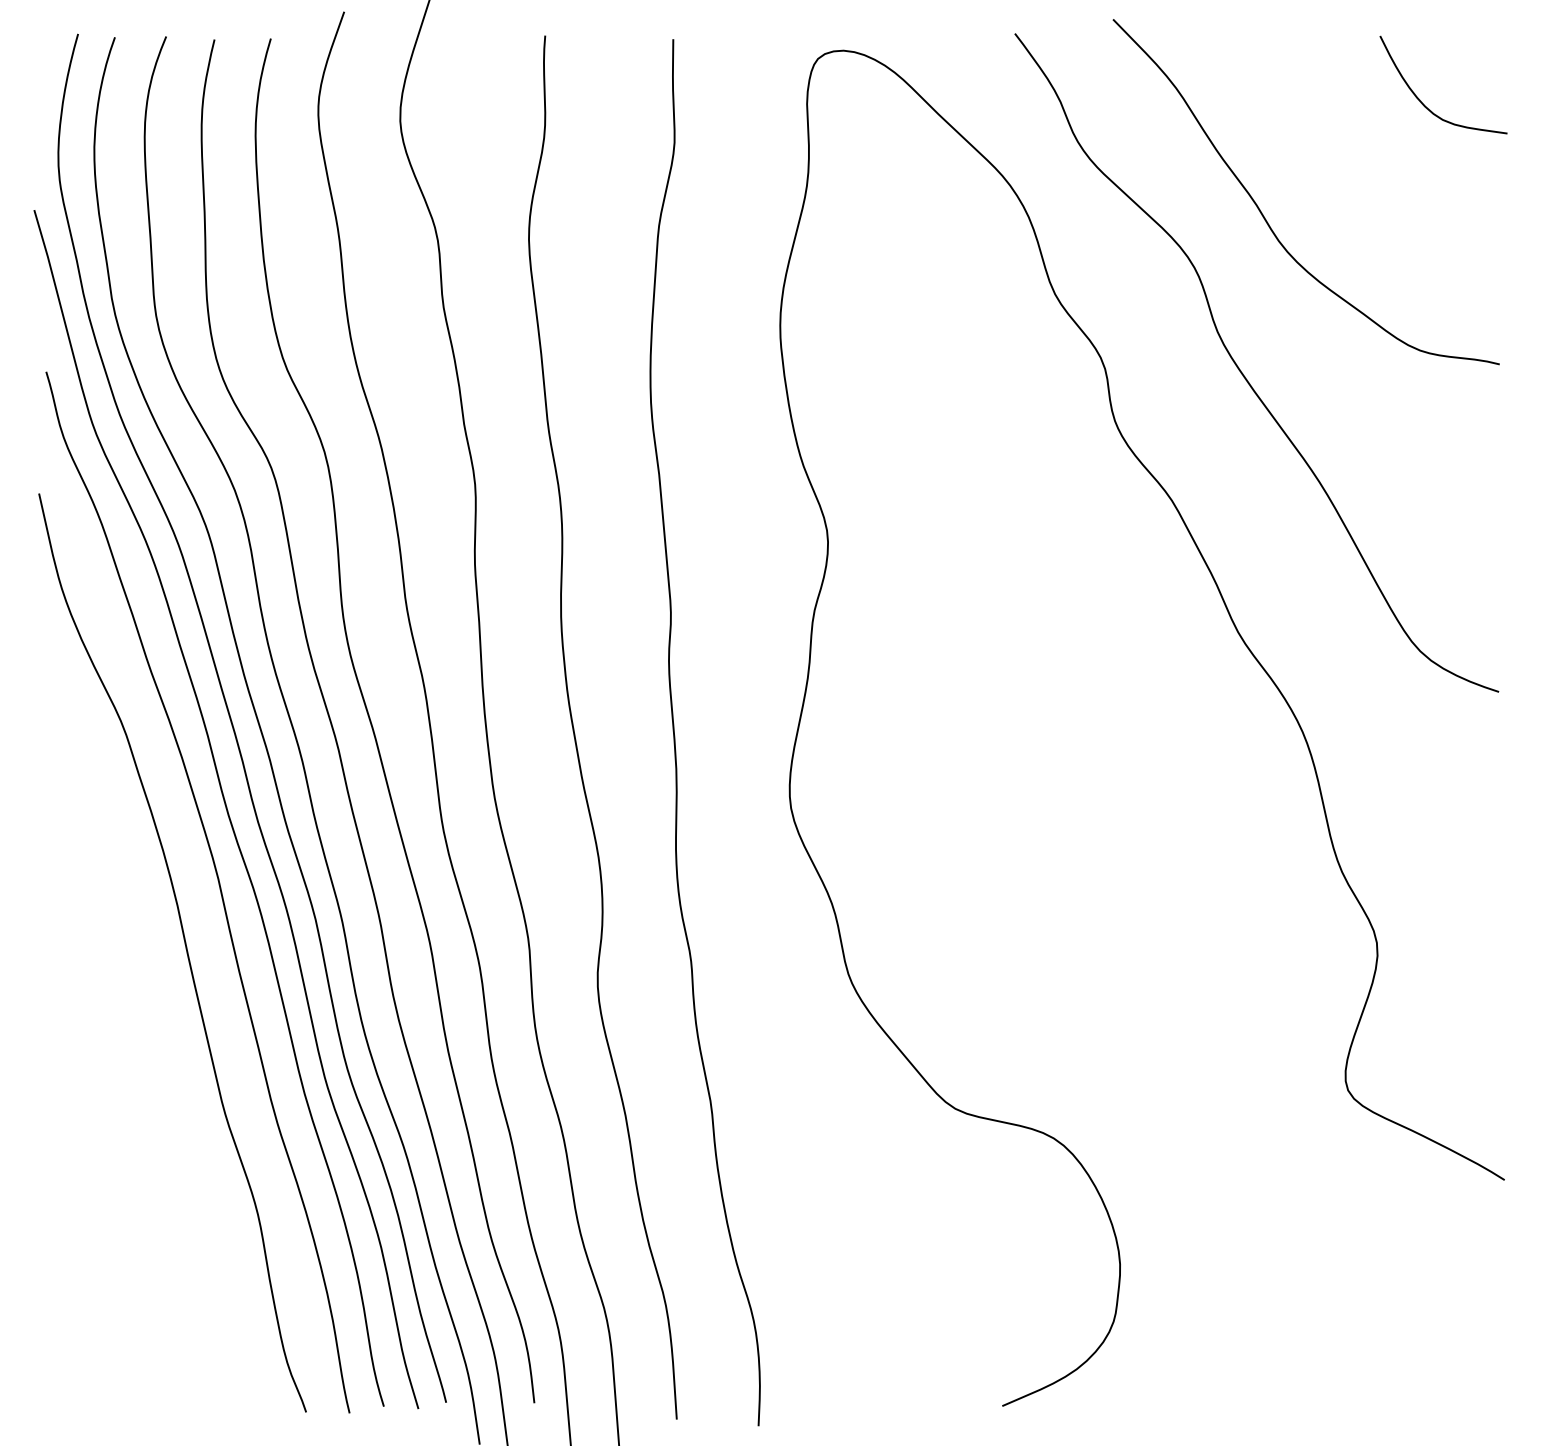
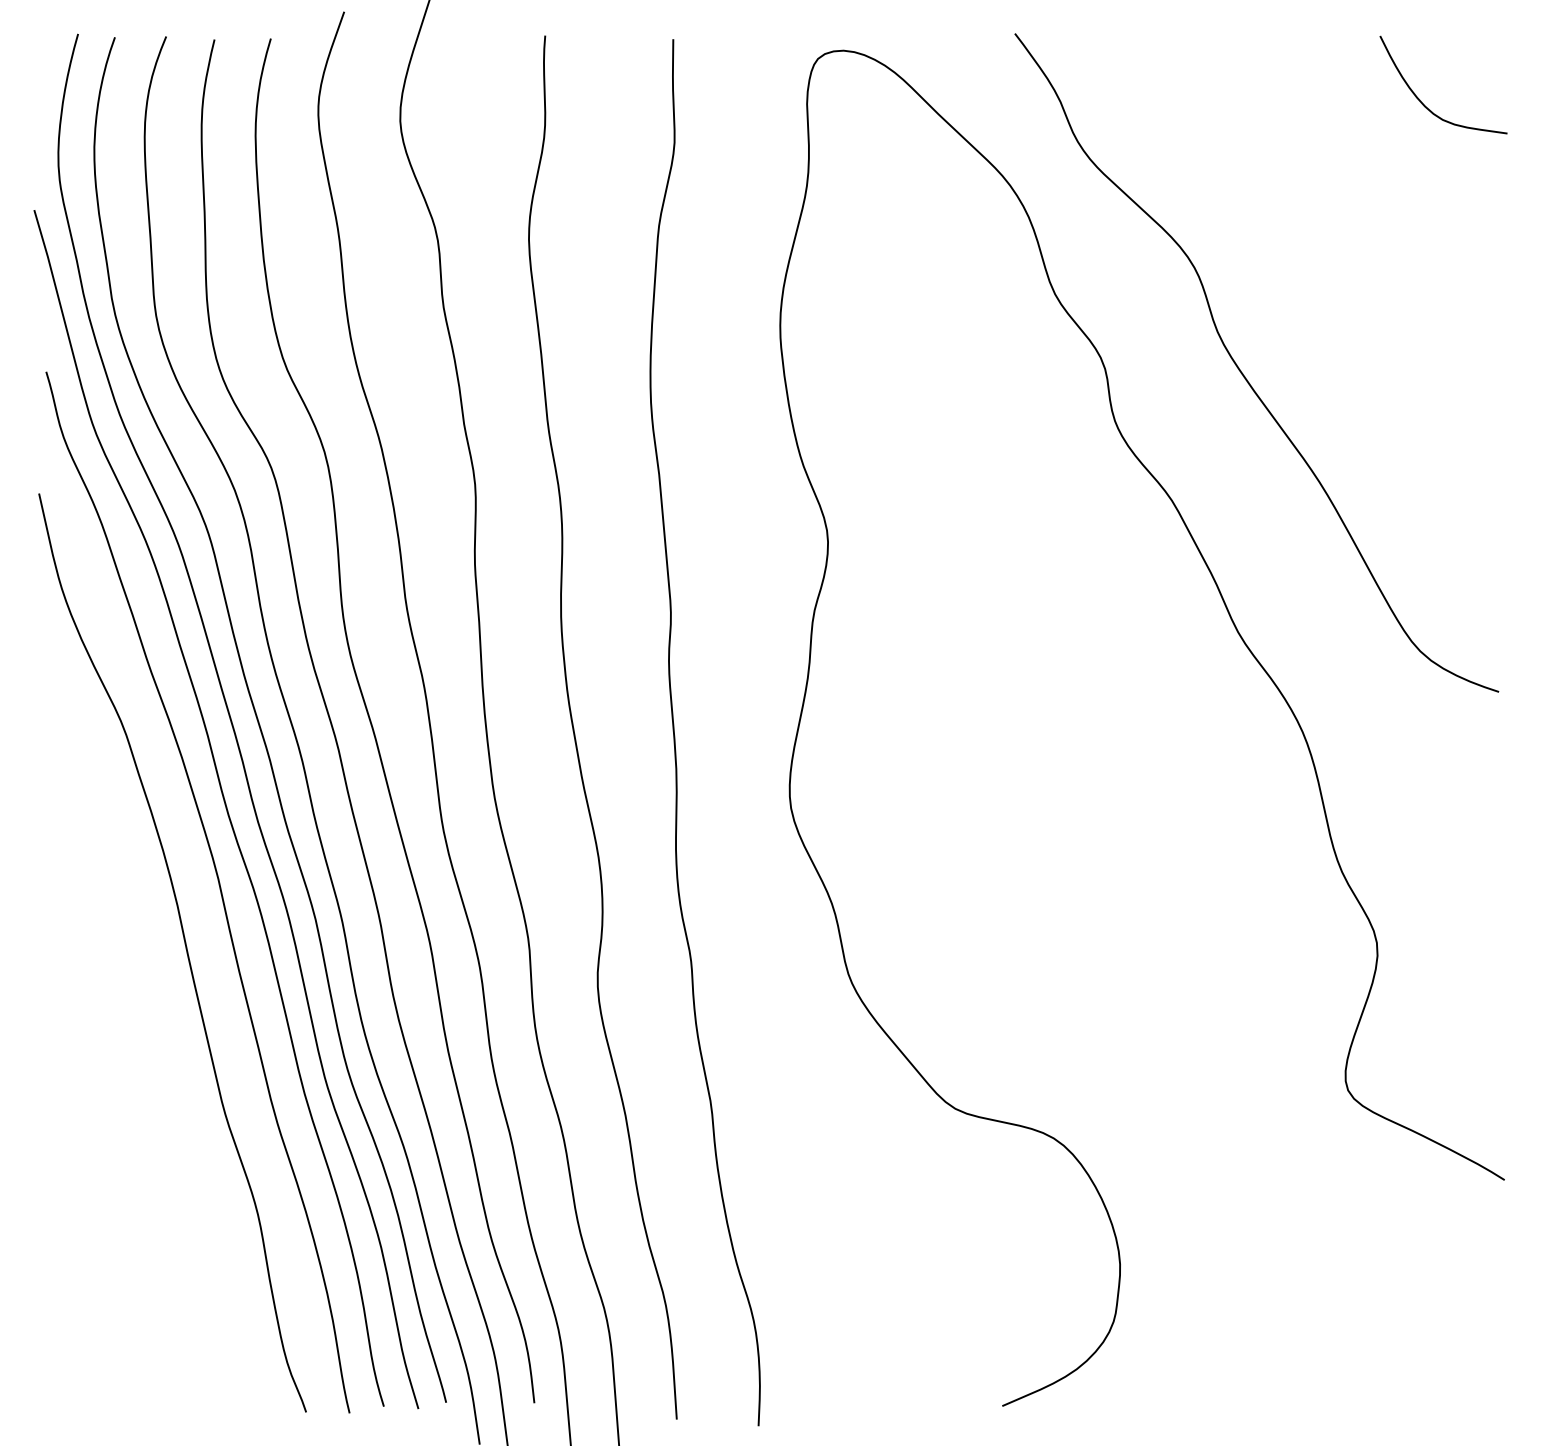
curve at (1265, 217): present -> none
